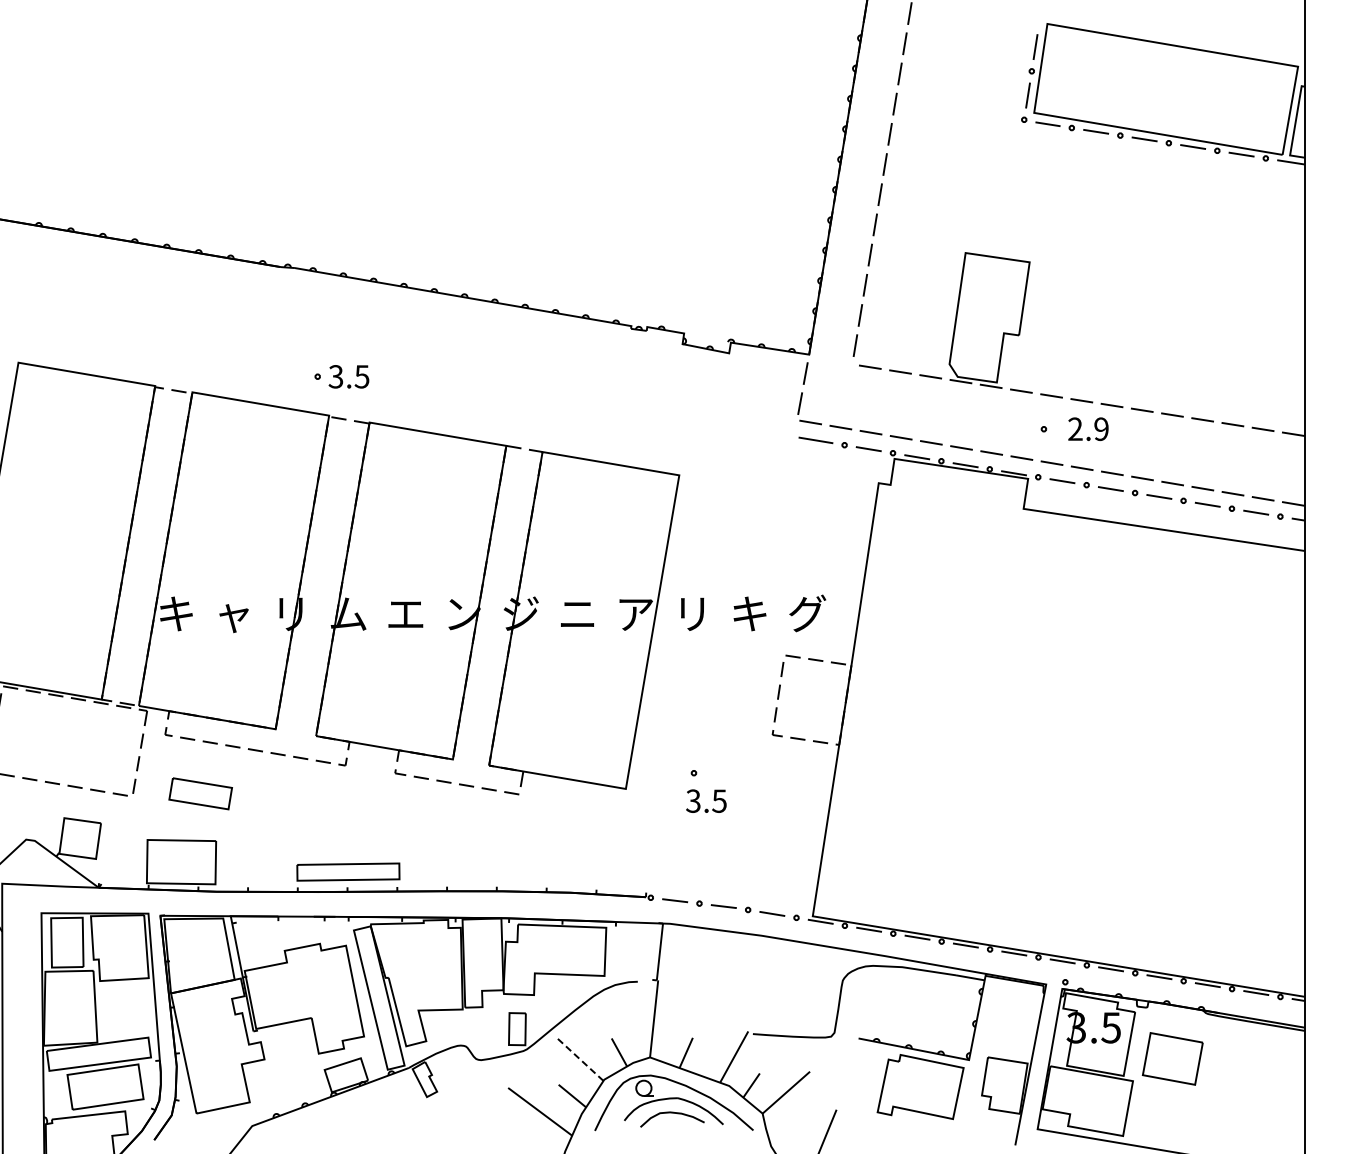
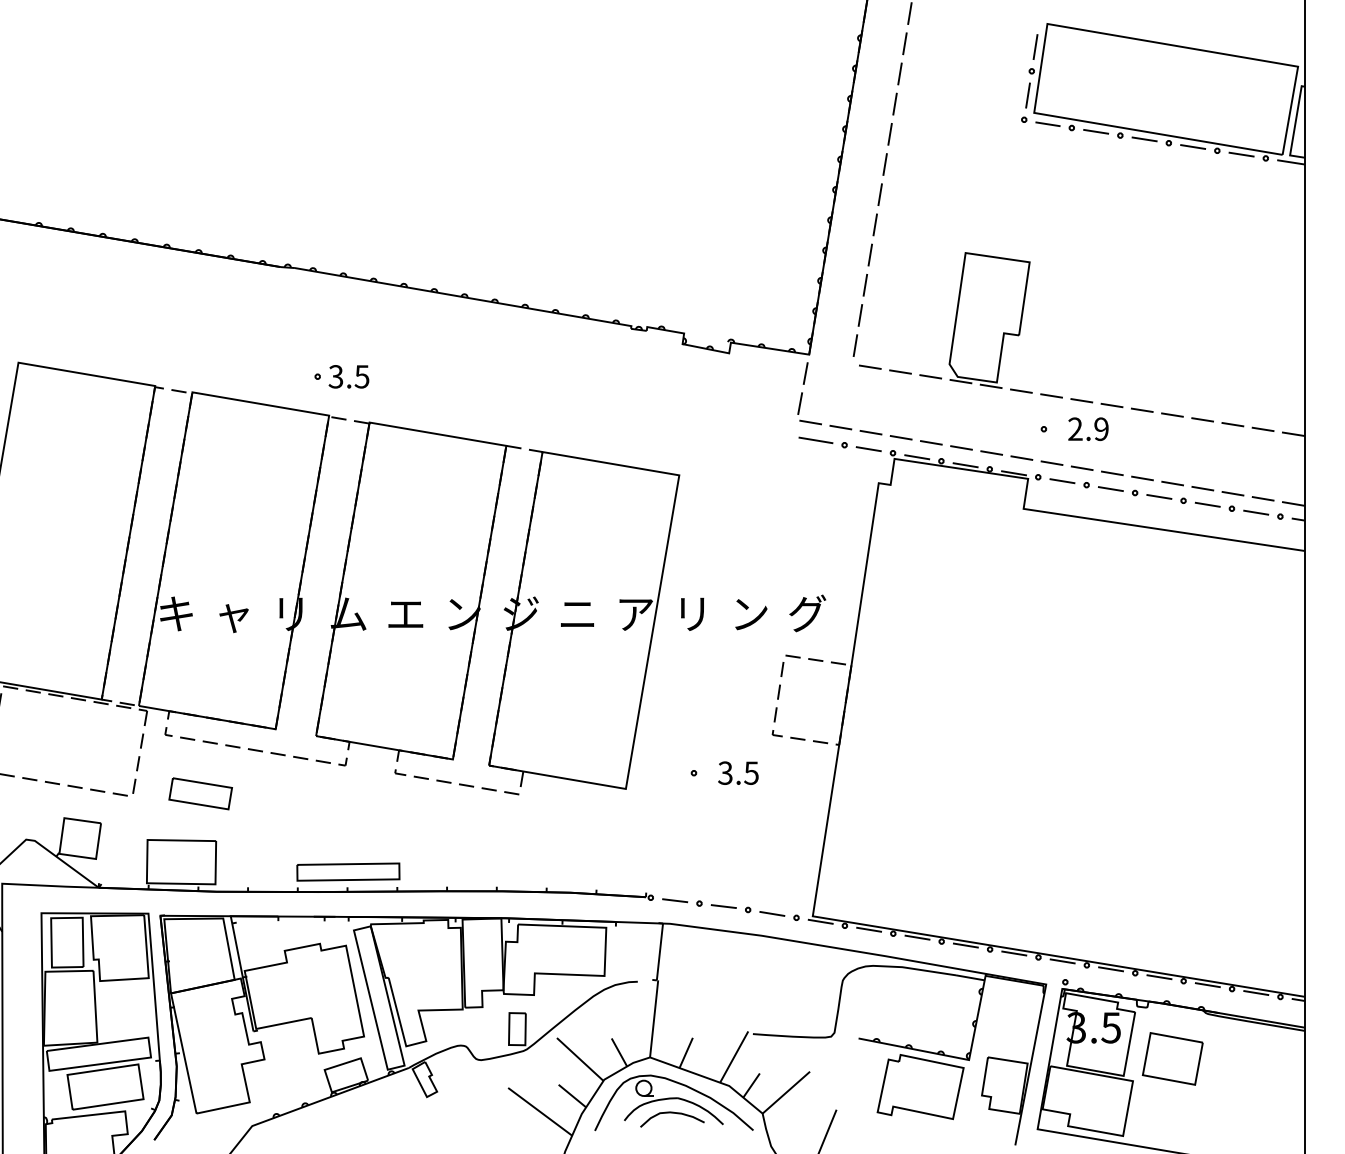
text at (750, 613): キ -> ン
text at (706, 800) position: (706, 800) -> (738, 772)
line at (580, 1059): dashed -> solid
